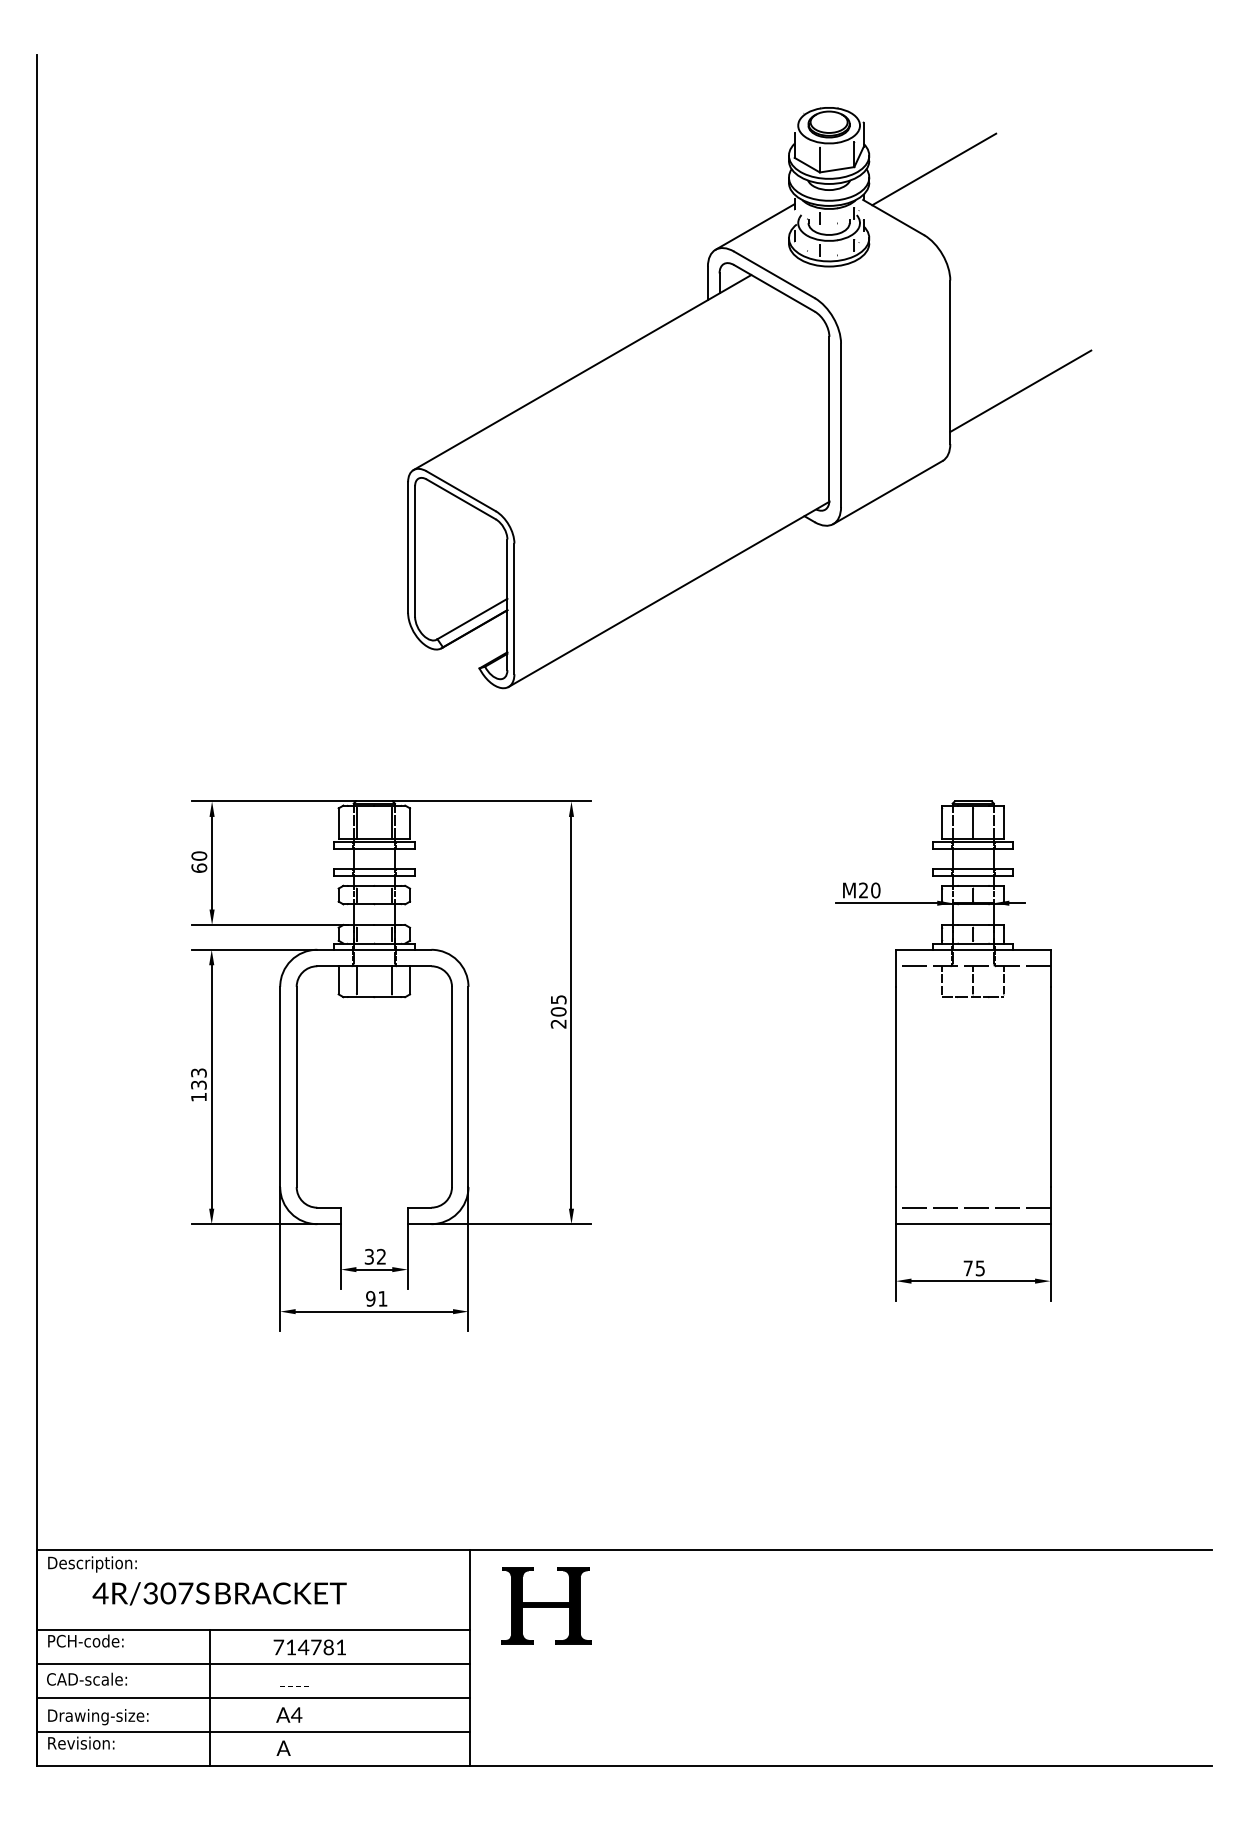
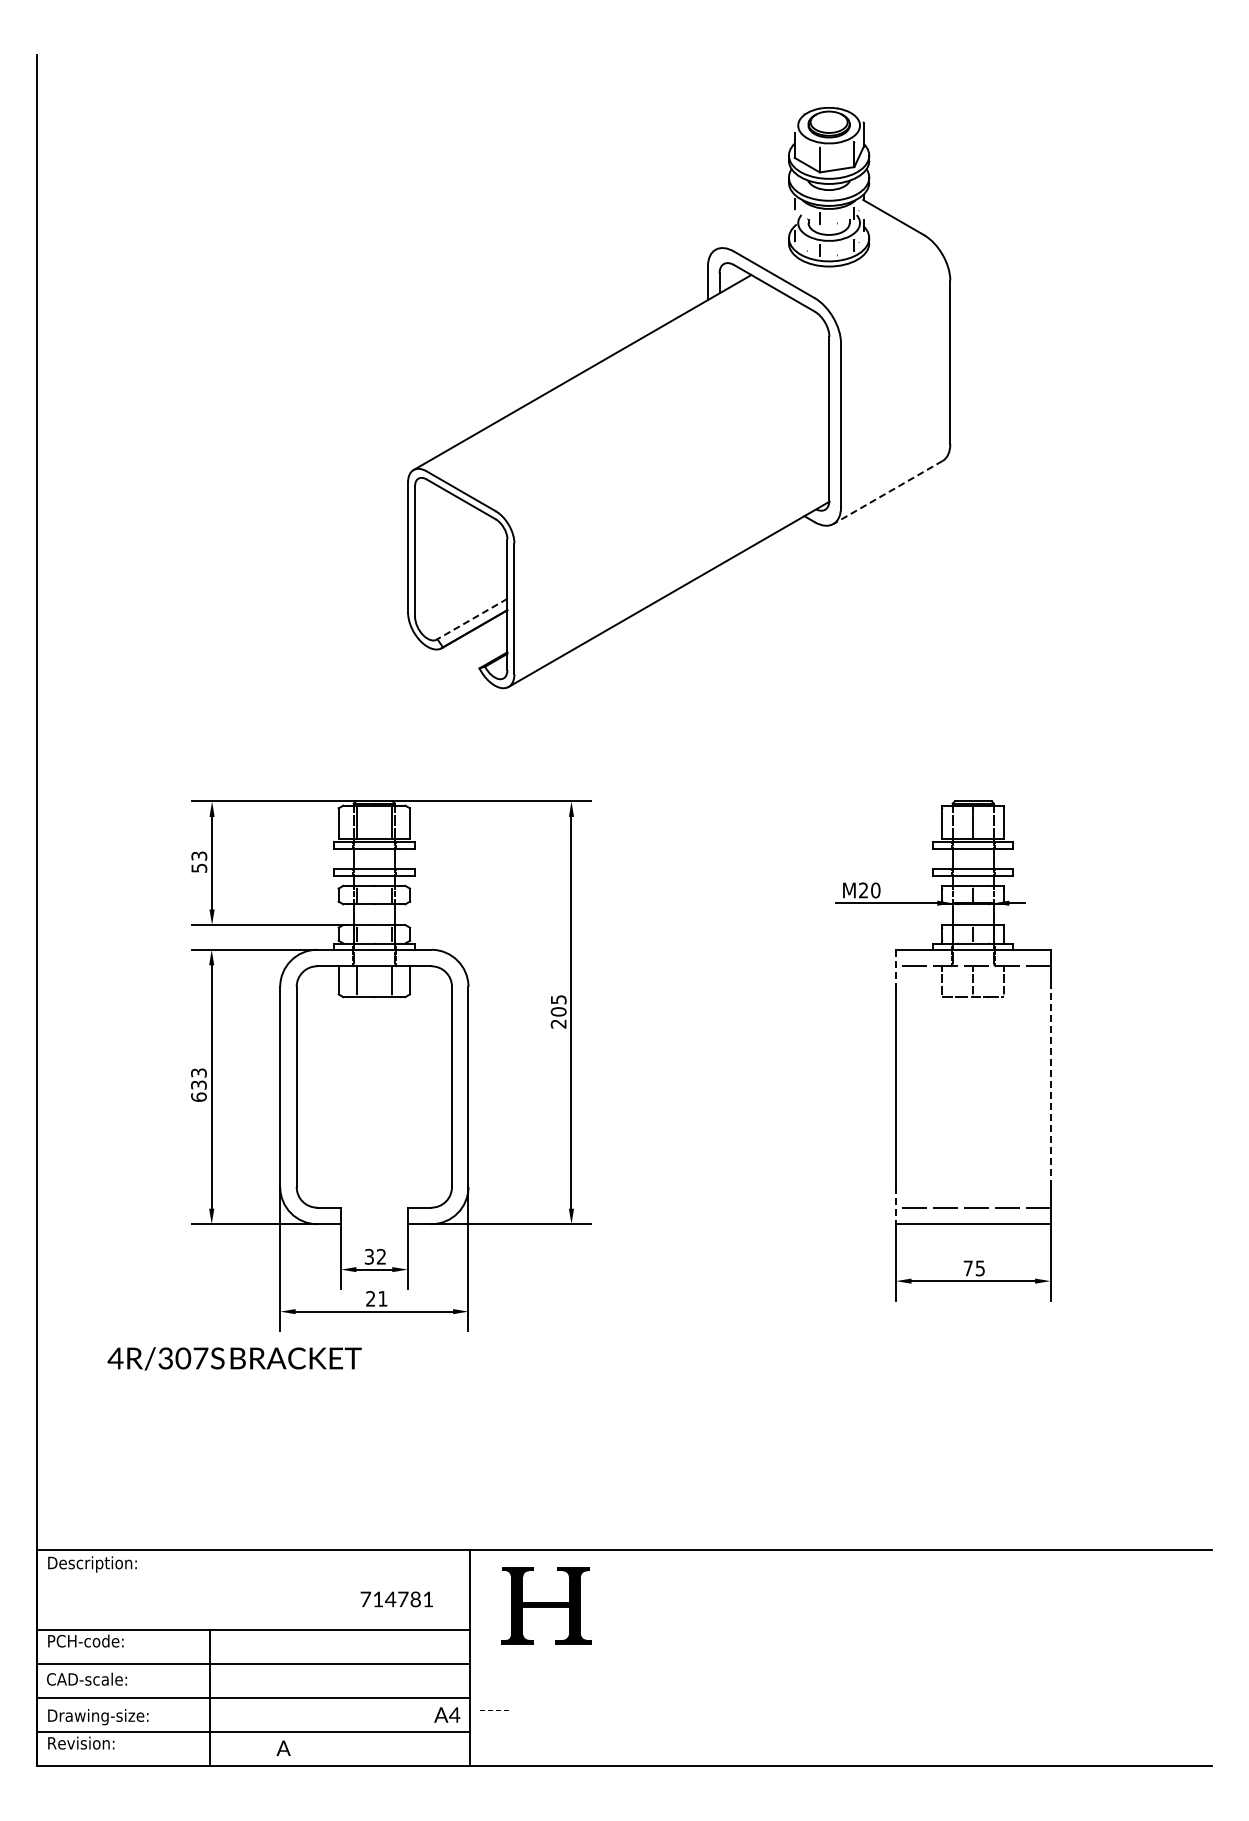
line at (934, 169): present -> none
line at (754, 226): present -> none
line at (1020, 390): present -> none
line at (887, 492): solid -> dashed
line at (472, 619): solid -> dashed
text at (199, 861): 60 -> 53
line at (896, 968): solid -> dashed
line at (1050, 1086): solid -> dashed
text at (198, 1096): 133 -> 633
line at (896, 1205): solid -> dashed
text at (370, 1298): 91 -> 21
text at (219, 1593) position: (219, 1593) -> (234, 1358)
text at (309, 1647) position: (309, 1647) -> (396, 1599)
text at (294, 1686) position: (294, 1686) -> (494, 1710)
text at (289, 1714) position: (289, 1714) -> (447, 1714)
